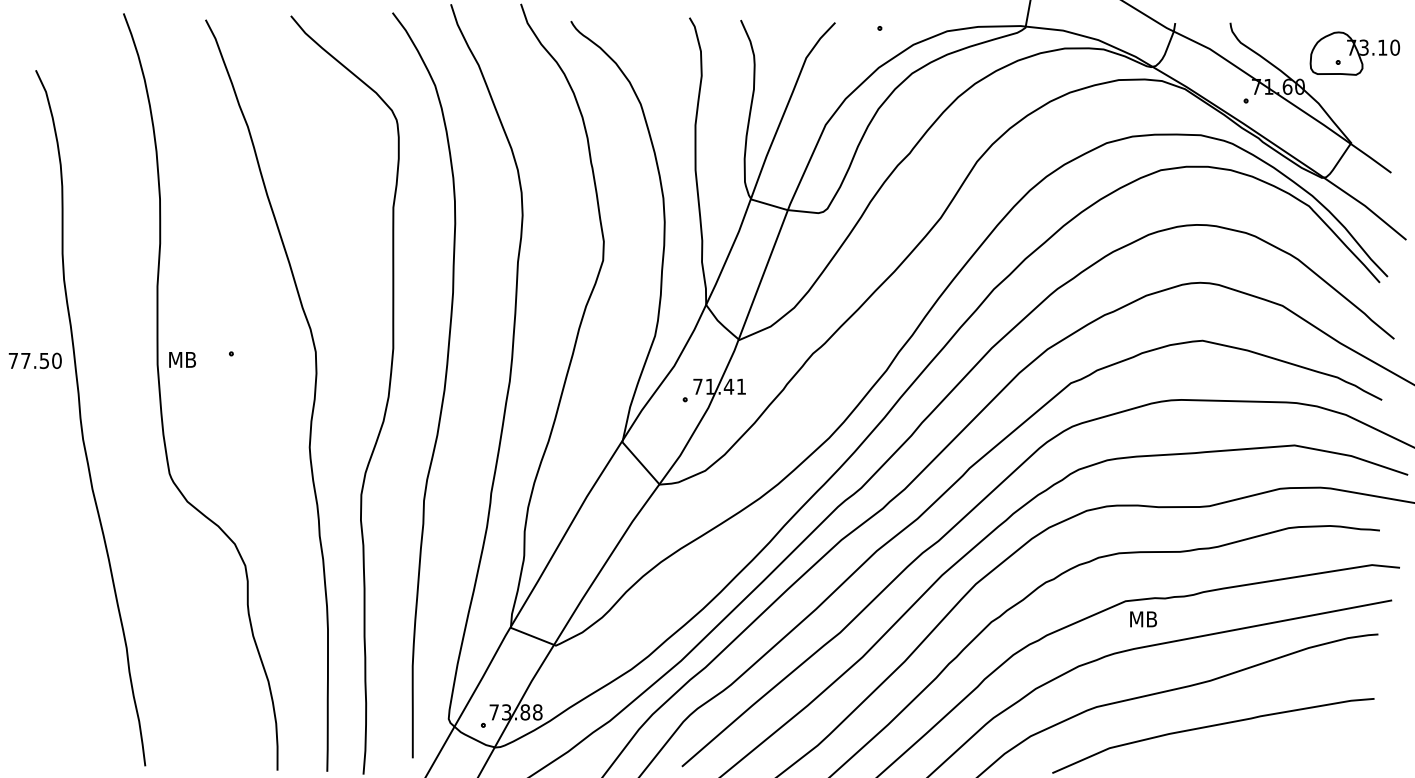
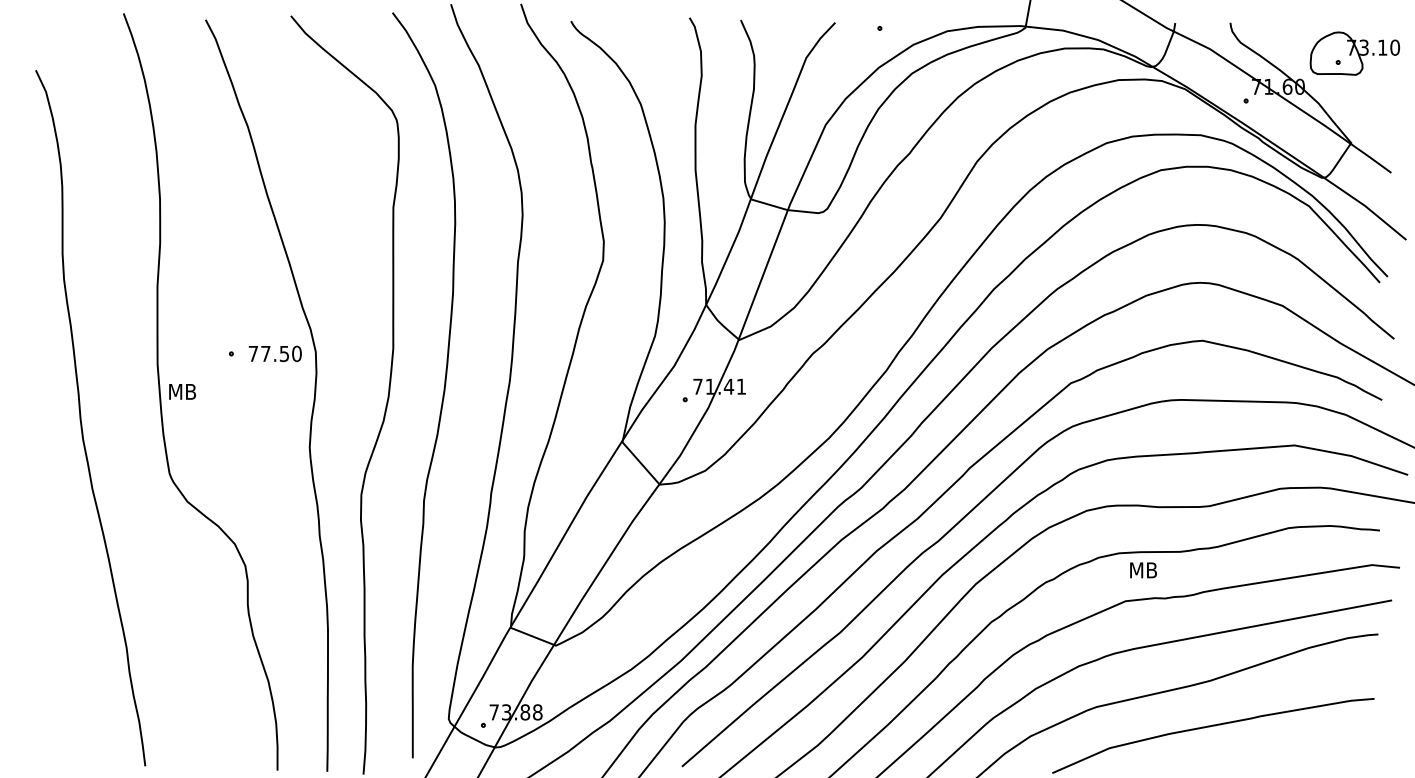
text at (182, 359) position: (182, 359) -> (182, 391)
text at (34, 360) position: (34, 360) -> (274, 353)
text at (1143, 619) position: (1143, 619) -> (1143, 570)
